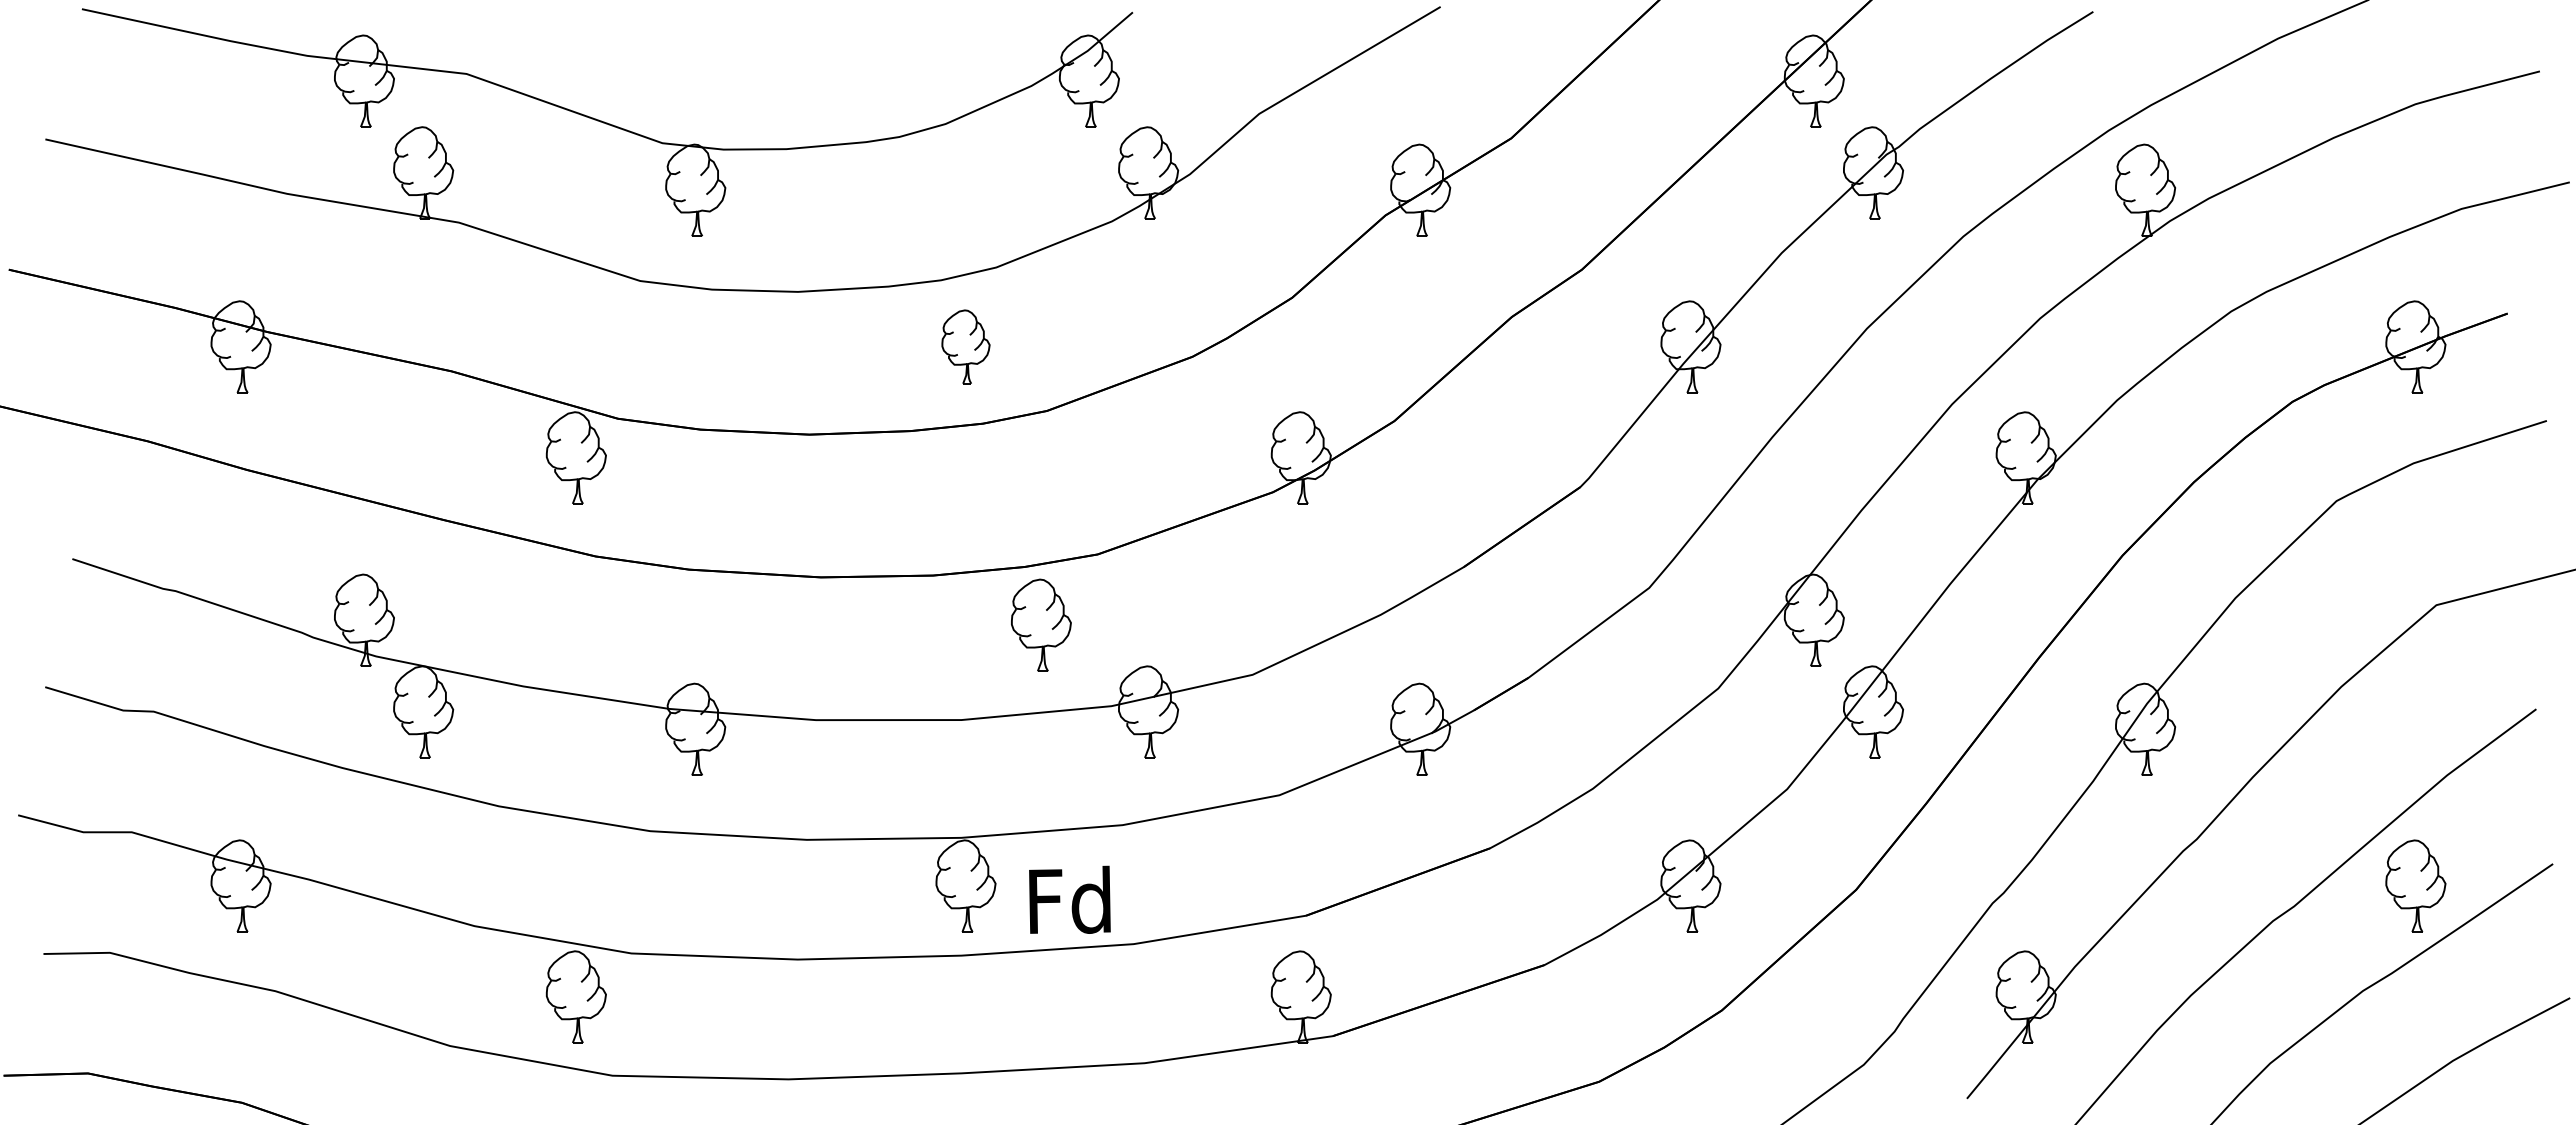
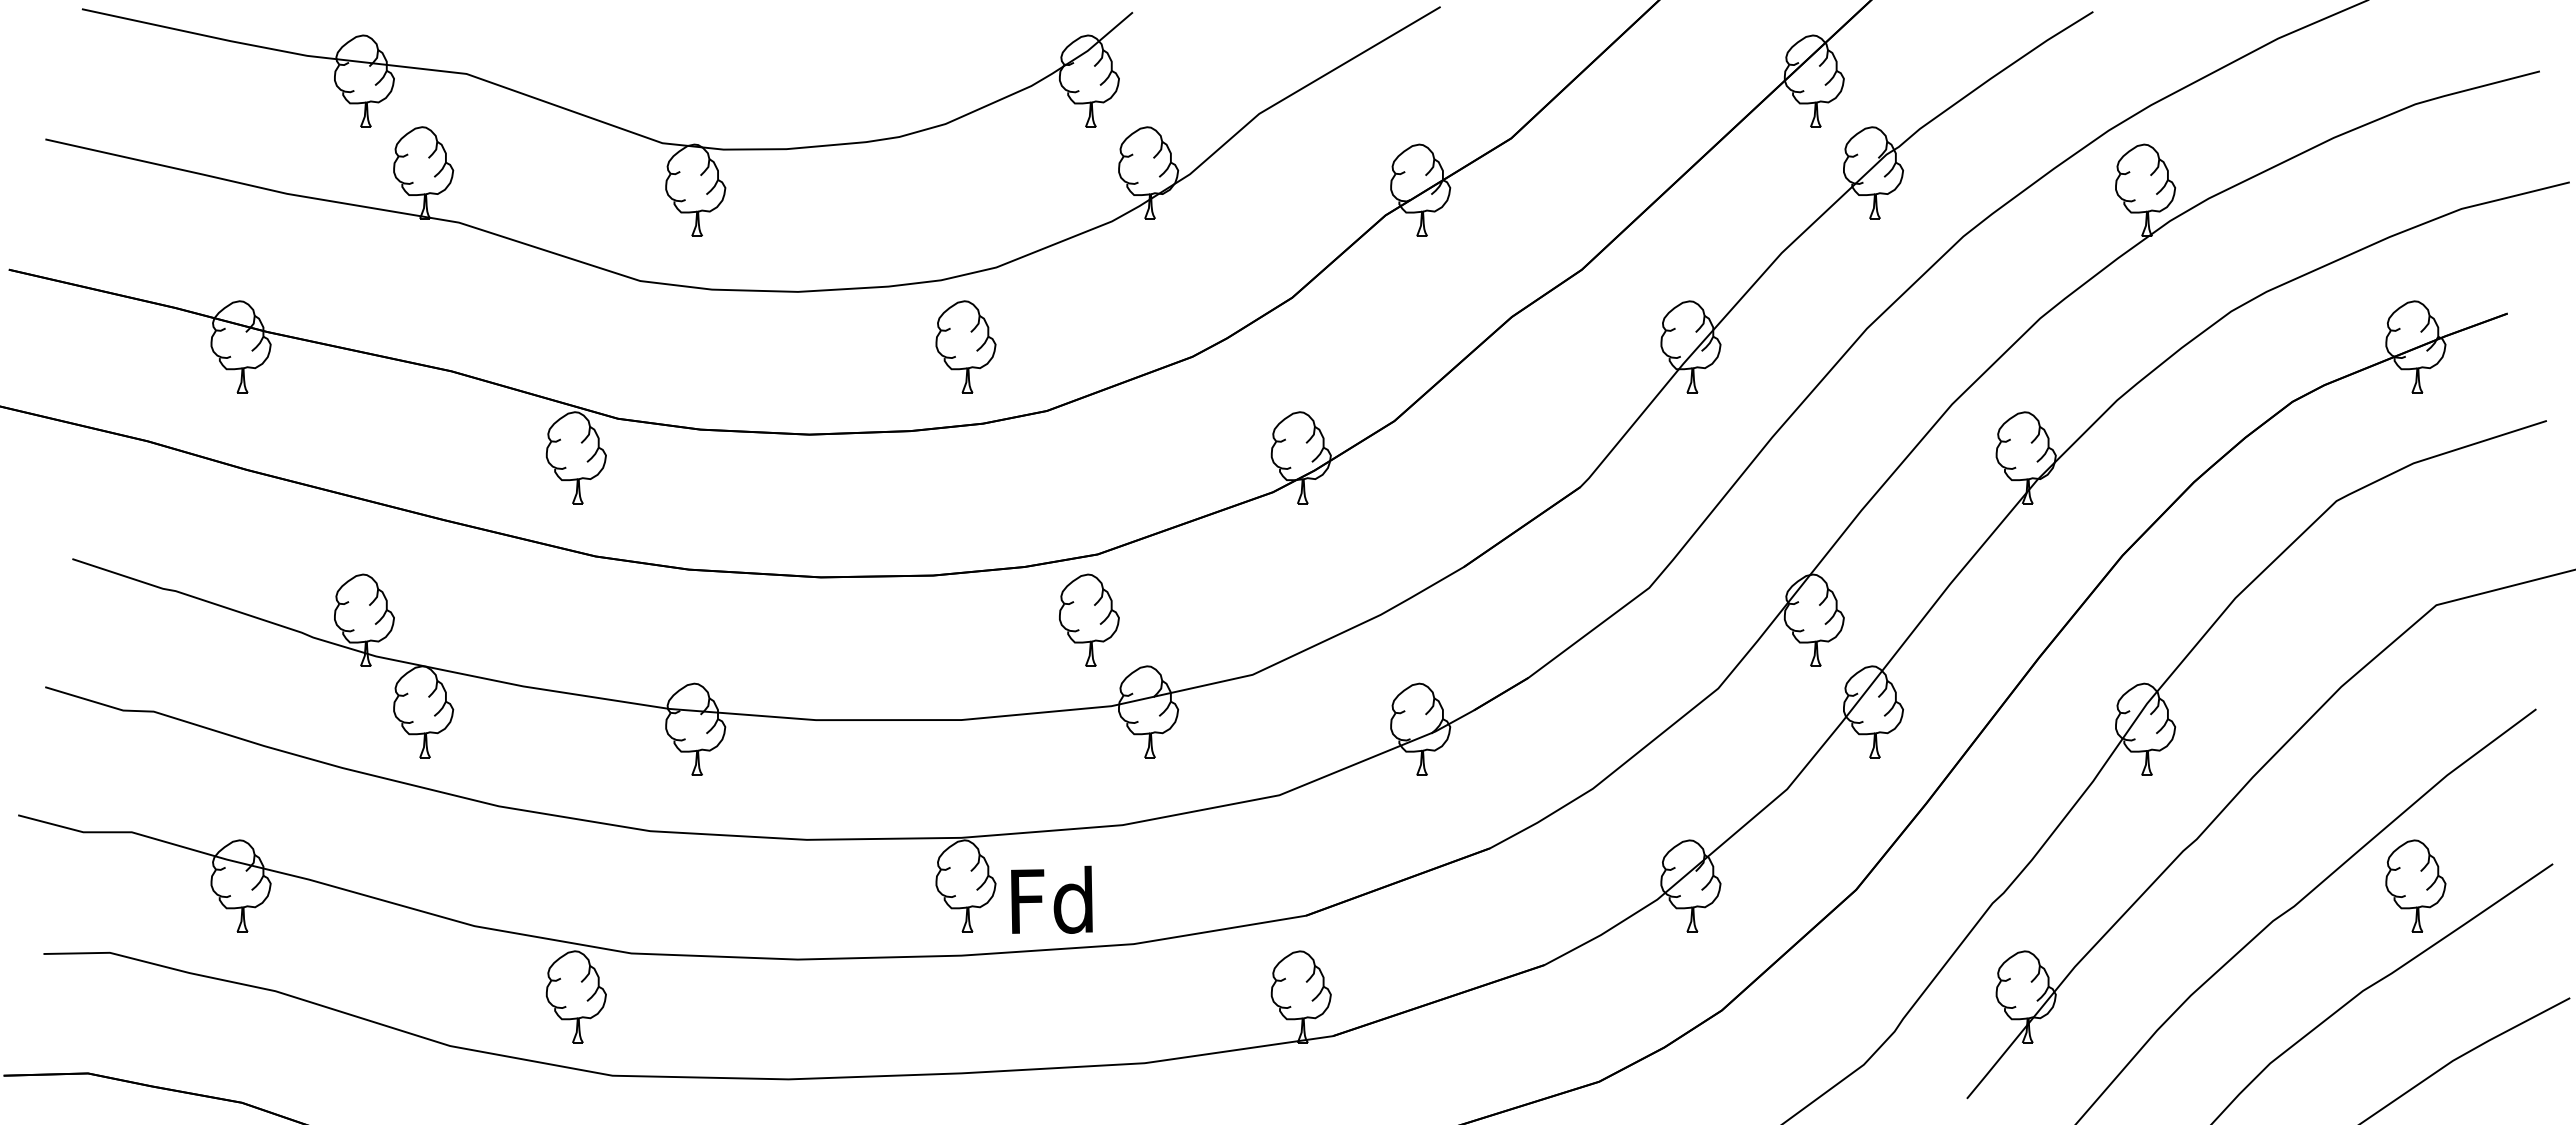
part at (965, 346) size: 50x76 px -> 62x94 px
part at (1041, 624) position: (1041, 624) -> (1089, 619)
text at (1069, 899) position: (1069, 899) -> (1051, 899)
